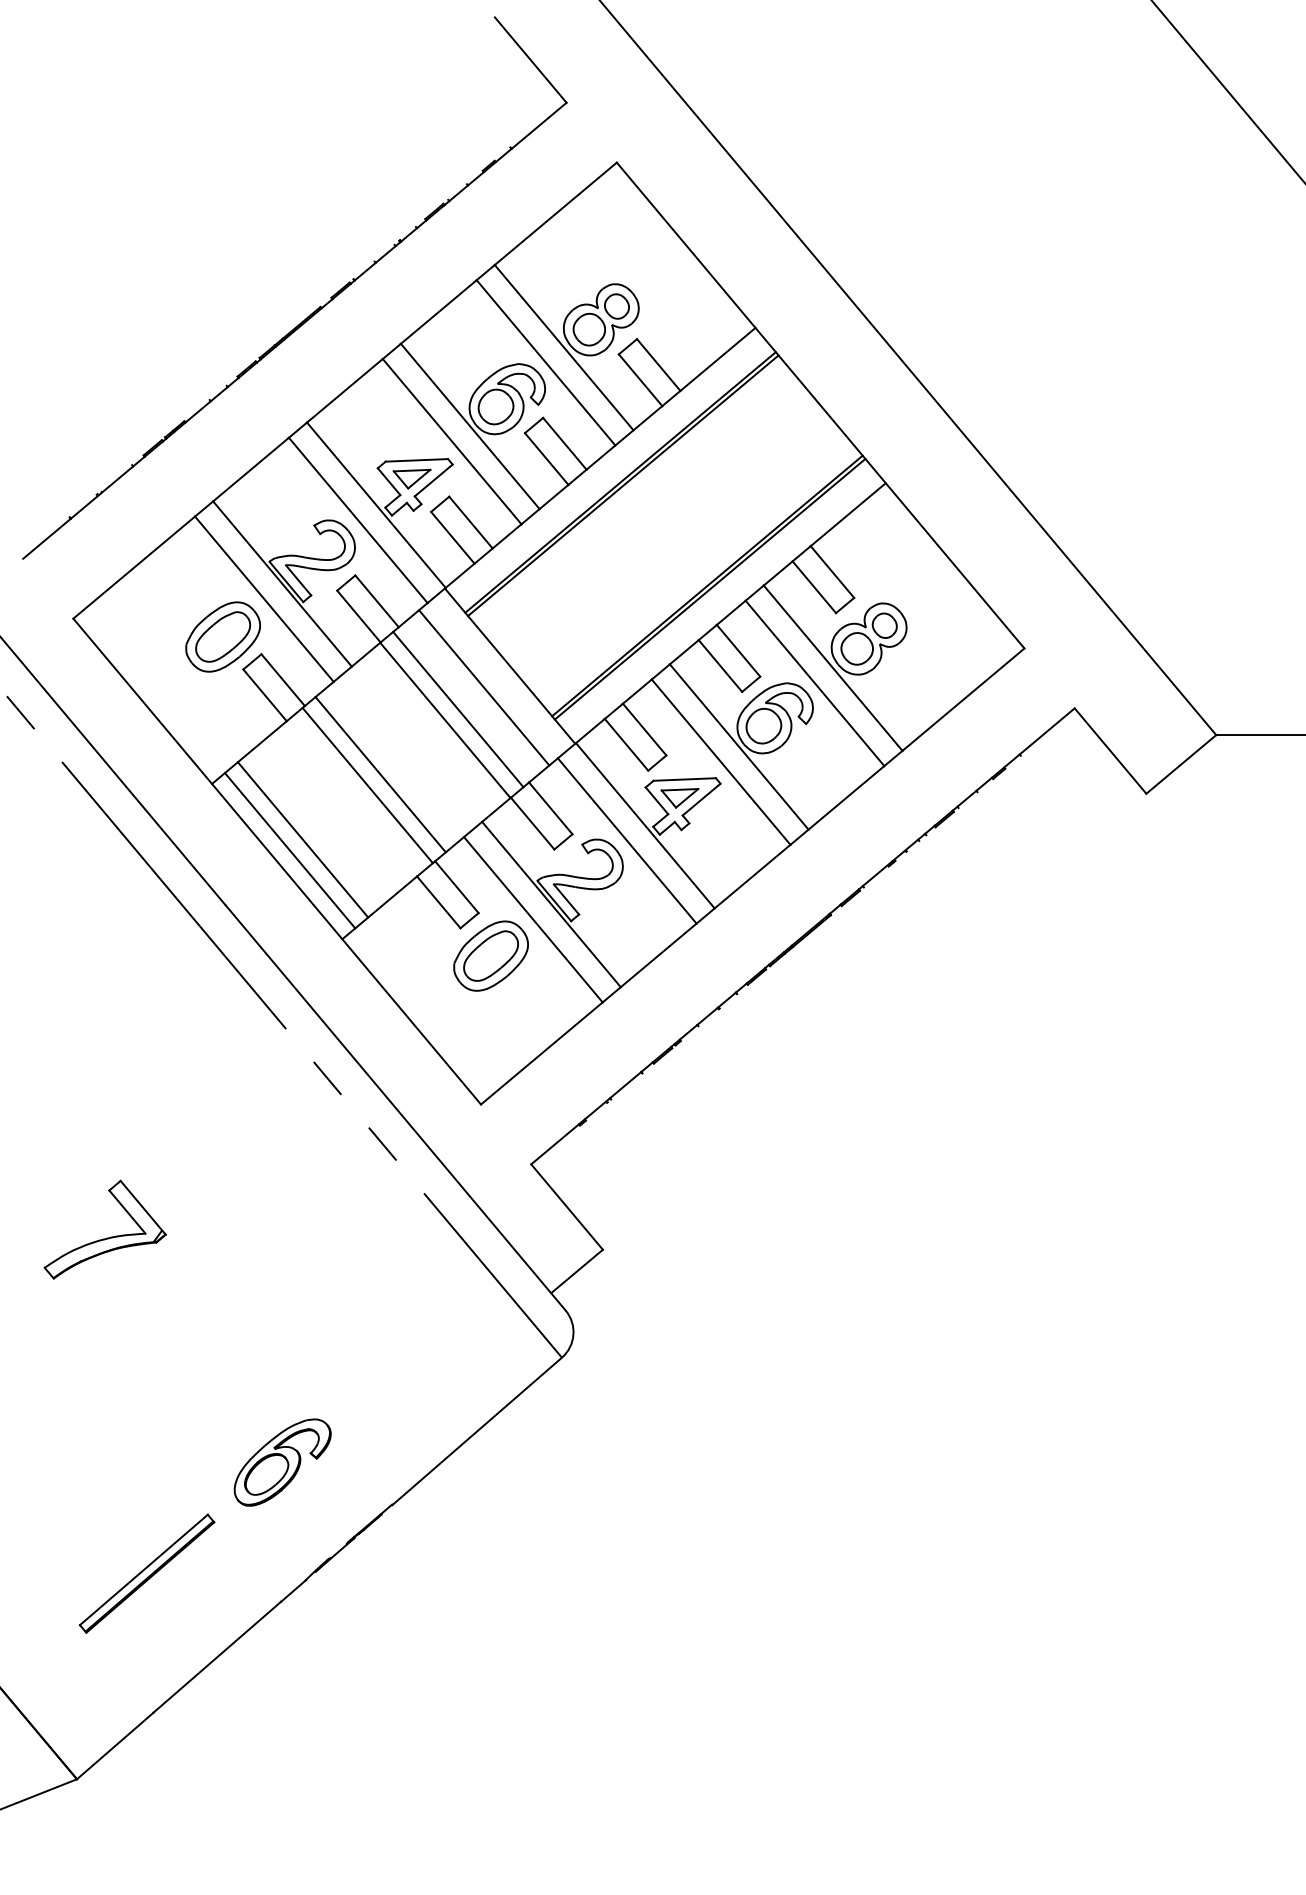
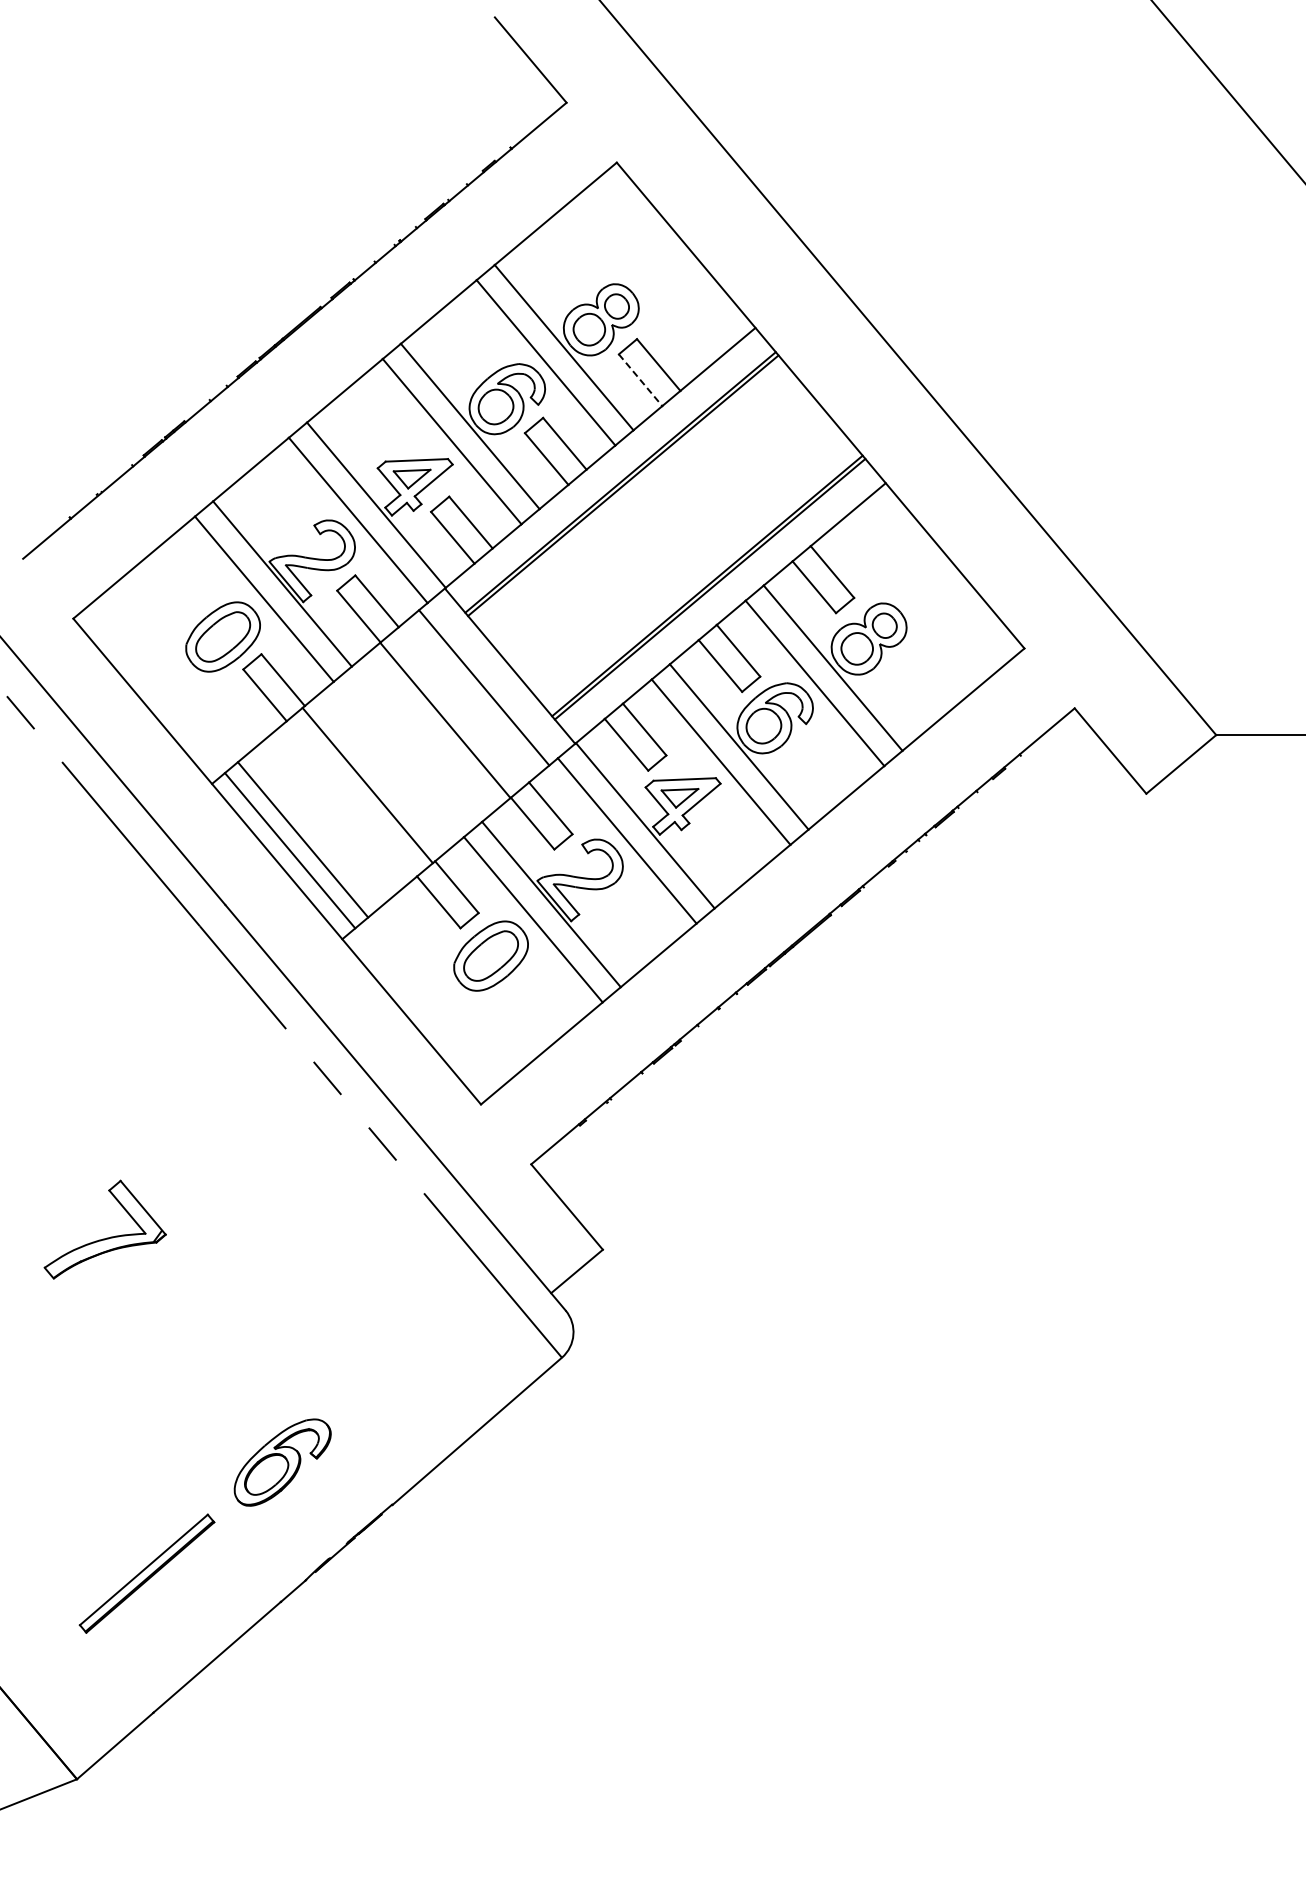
line at (640, 380): solid -> dashed
line at (458, 709): present -> none
line at (380, 774): present -> none
